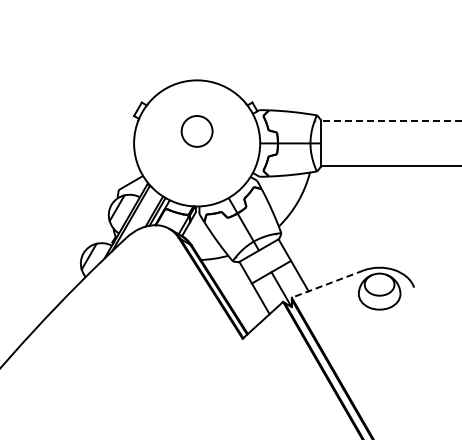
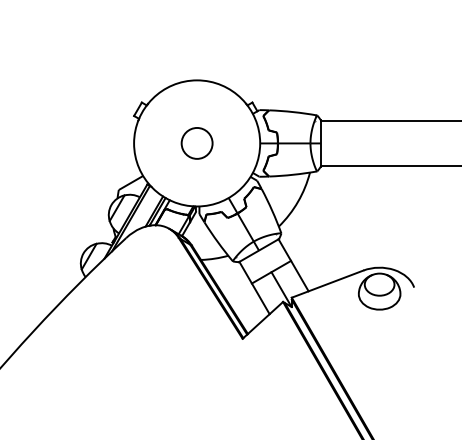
line at (390, 120): dashed -> solid
circle at (196, 131) position: (196, 131) -> (196, 143)
line at (327, 284): dashed -> solid
